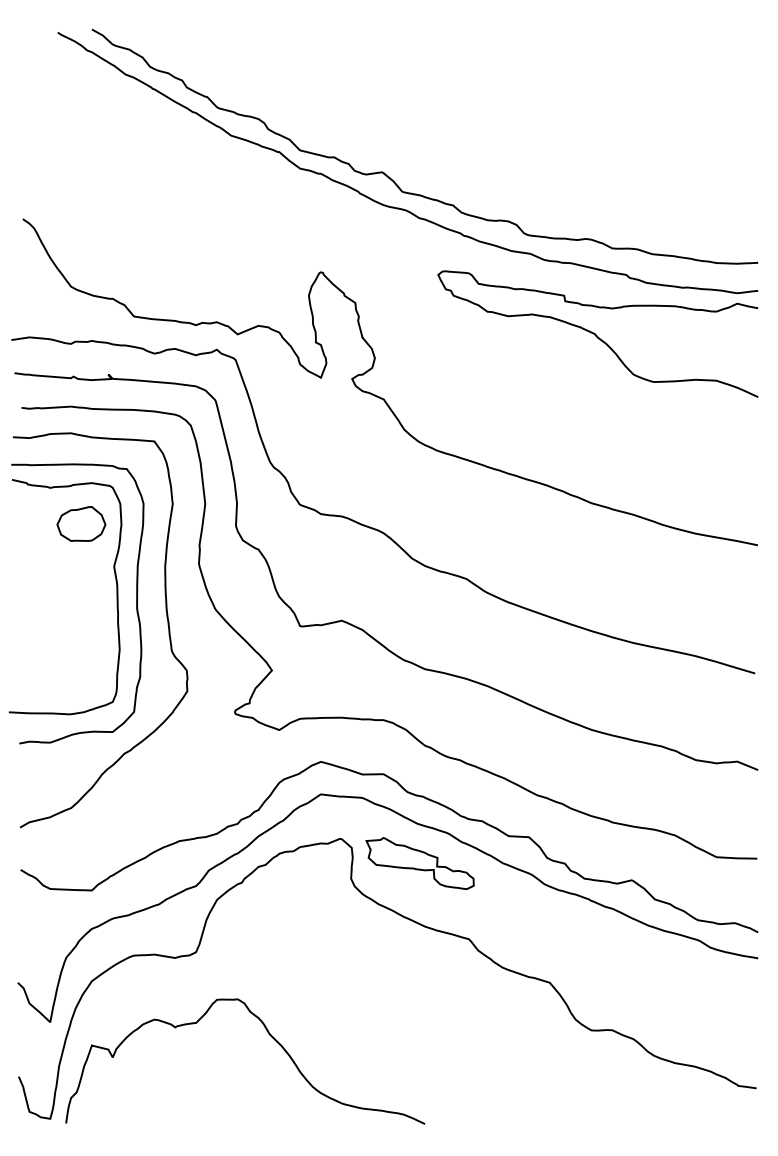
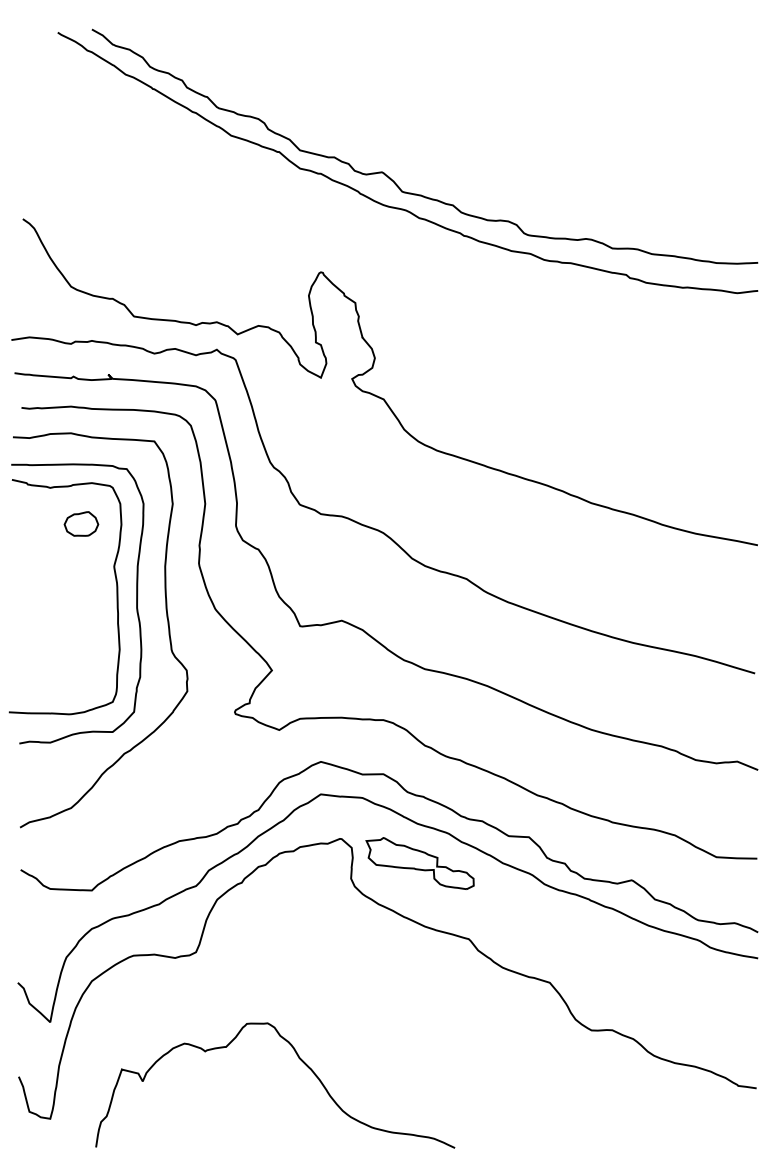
curve at (596, 334): present -> none
part at (81, 523) size: 51x36 px -> 37x26 px
curve at (270, 1036) position: (270, 1036) -> (300, 1060)
